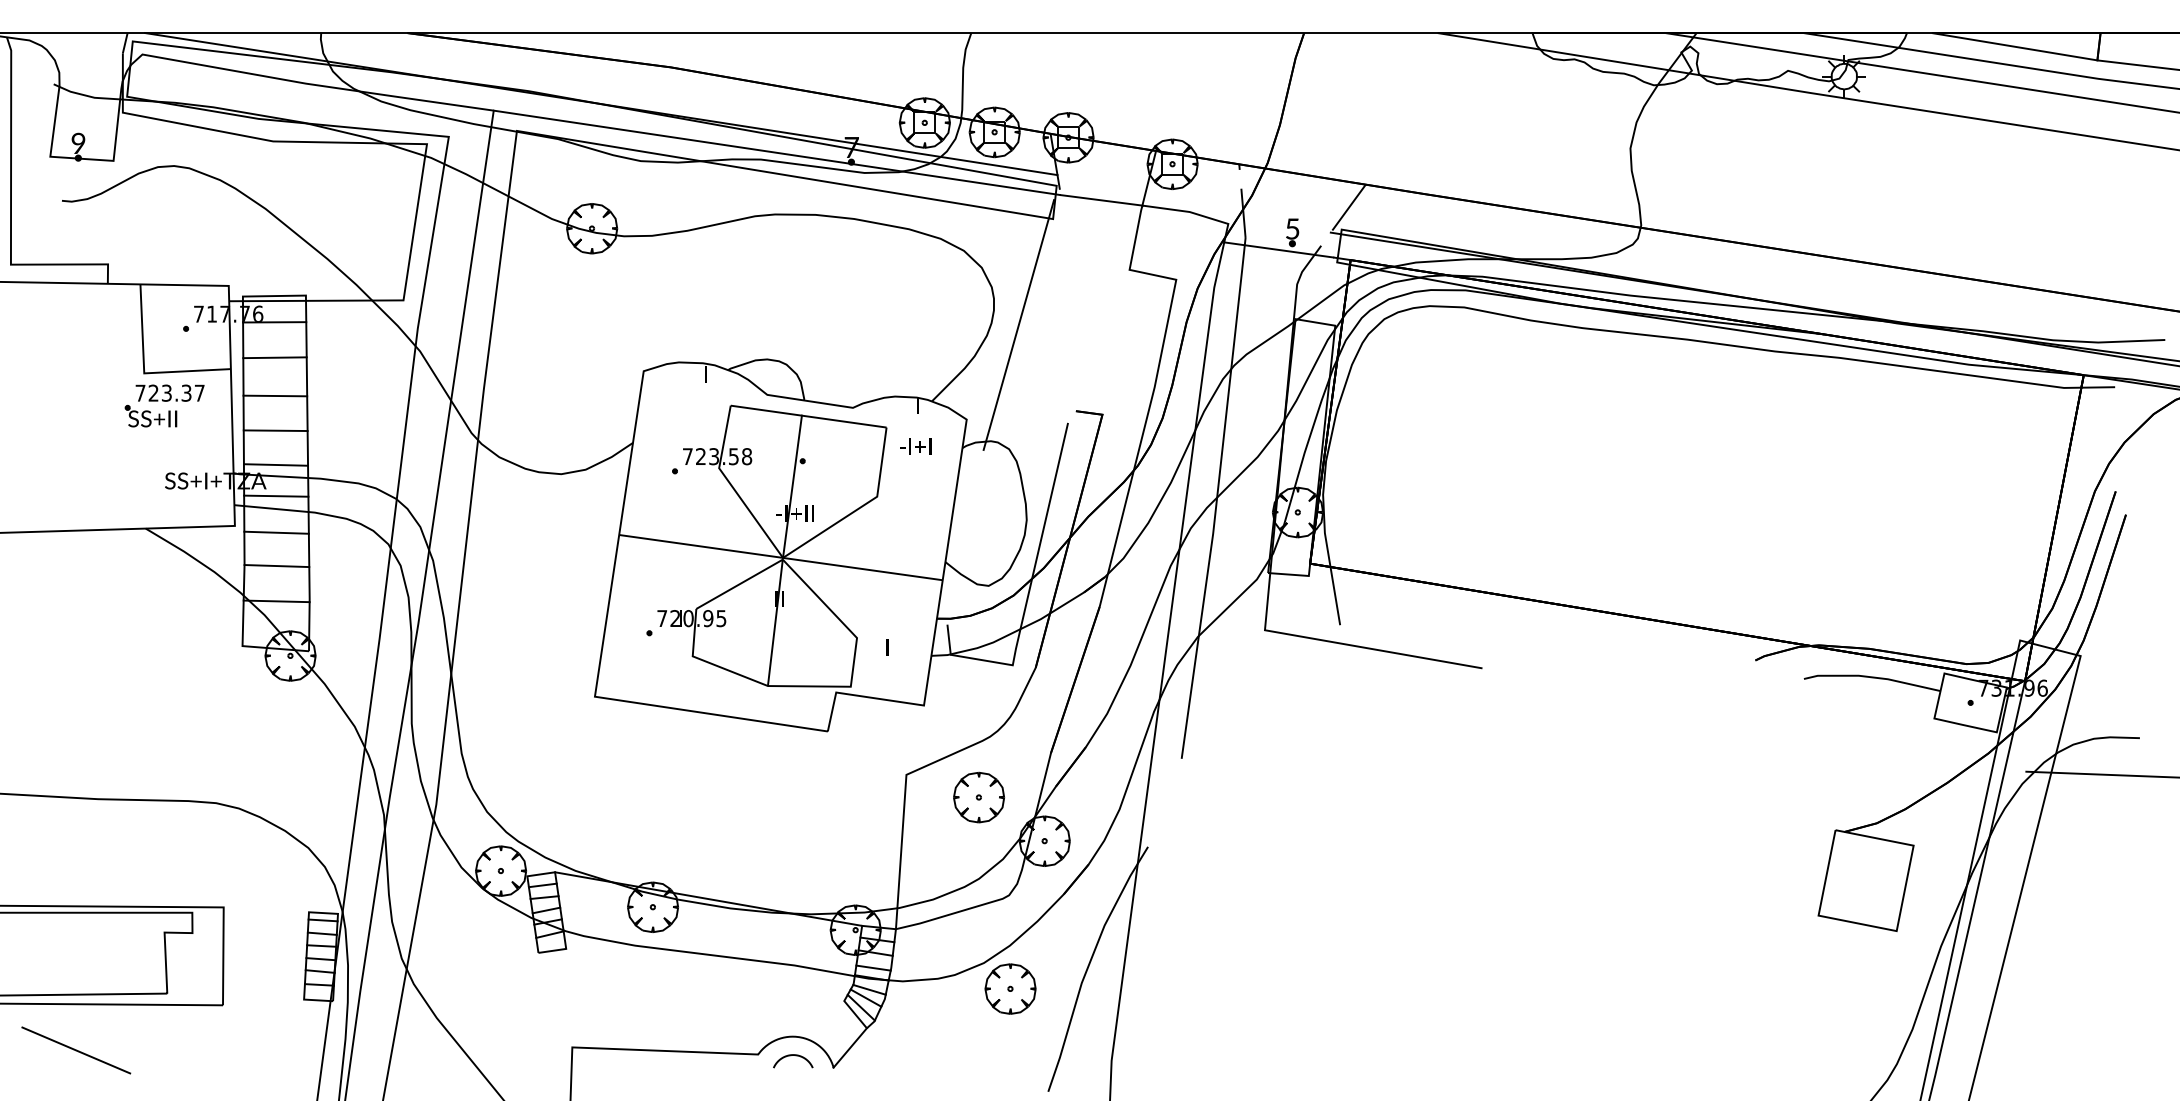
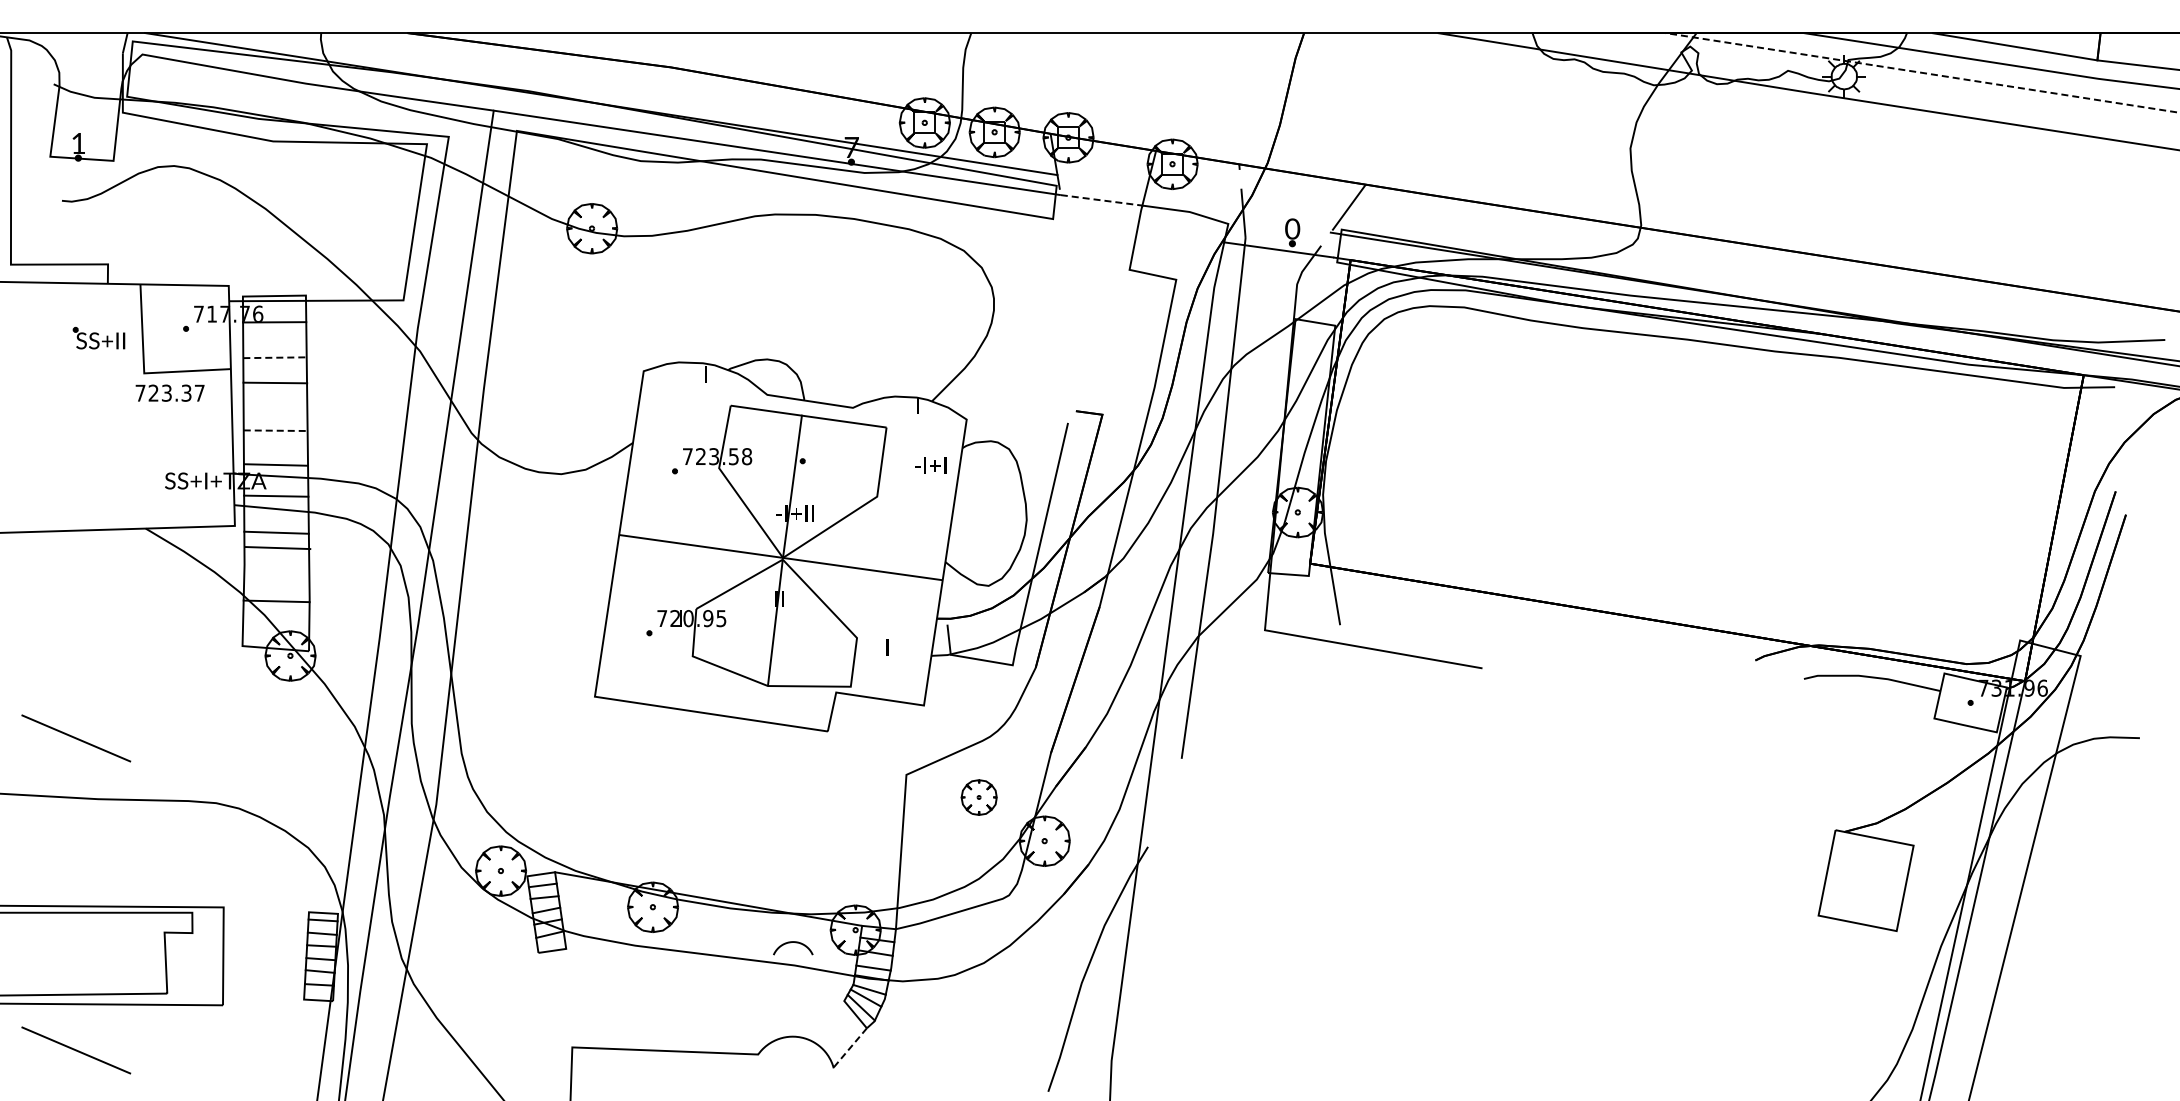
line at (1922, 72): solid -> dashed
text at (78, 142): 9 -> 1
line at (1102, 200): solid -> dashed
text at (1292, 228): 5 -> 0
line at (1018, 324): present -> none
line at (275, 357): solid -> dashed
line at (275, 395) position: (275, 395) -> (275, 382)
part at (150, 415) position: (150, 415) -> (98, 337)
line at (275, 430): solid -> dashed
text at (915, 446) position: (915, 446) -> (930, 465)
line at (276, 566) position: (276, 566) -> (277, 548)
line at (76, 738): none -> present
line at (2101, 774): present -> none
part at (979, 797) size: 53x53 px -> 38x37 px
part at (1010, 988): present -> none
line at (850, 1047): solid -> dashed
curve at (795, 1056) position: (795, 1056) -> (795, 943)
